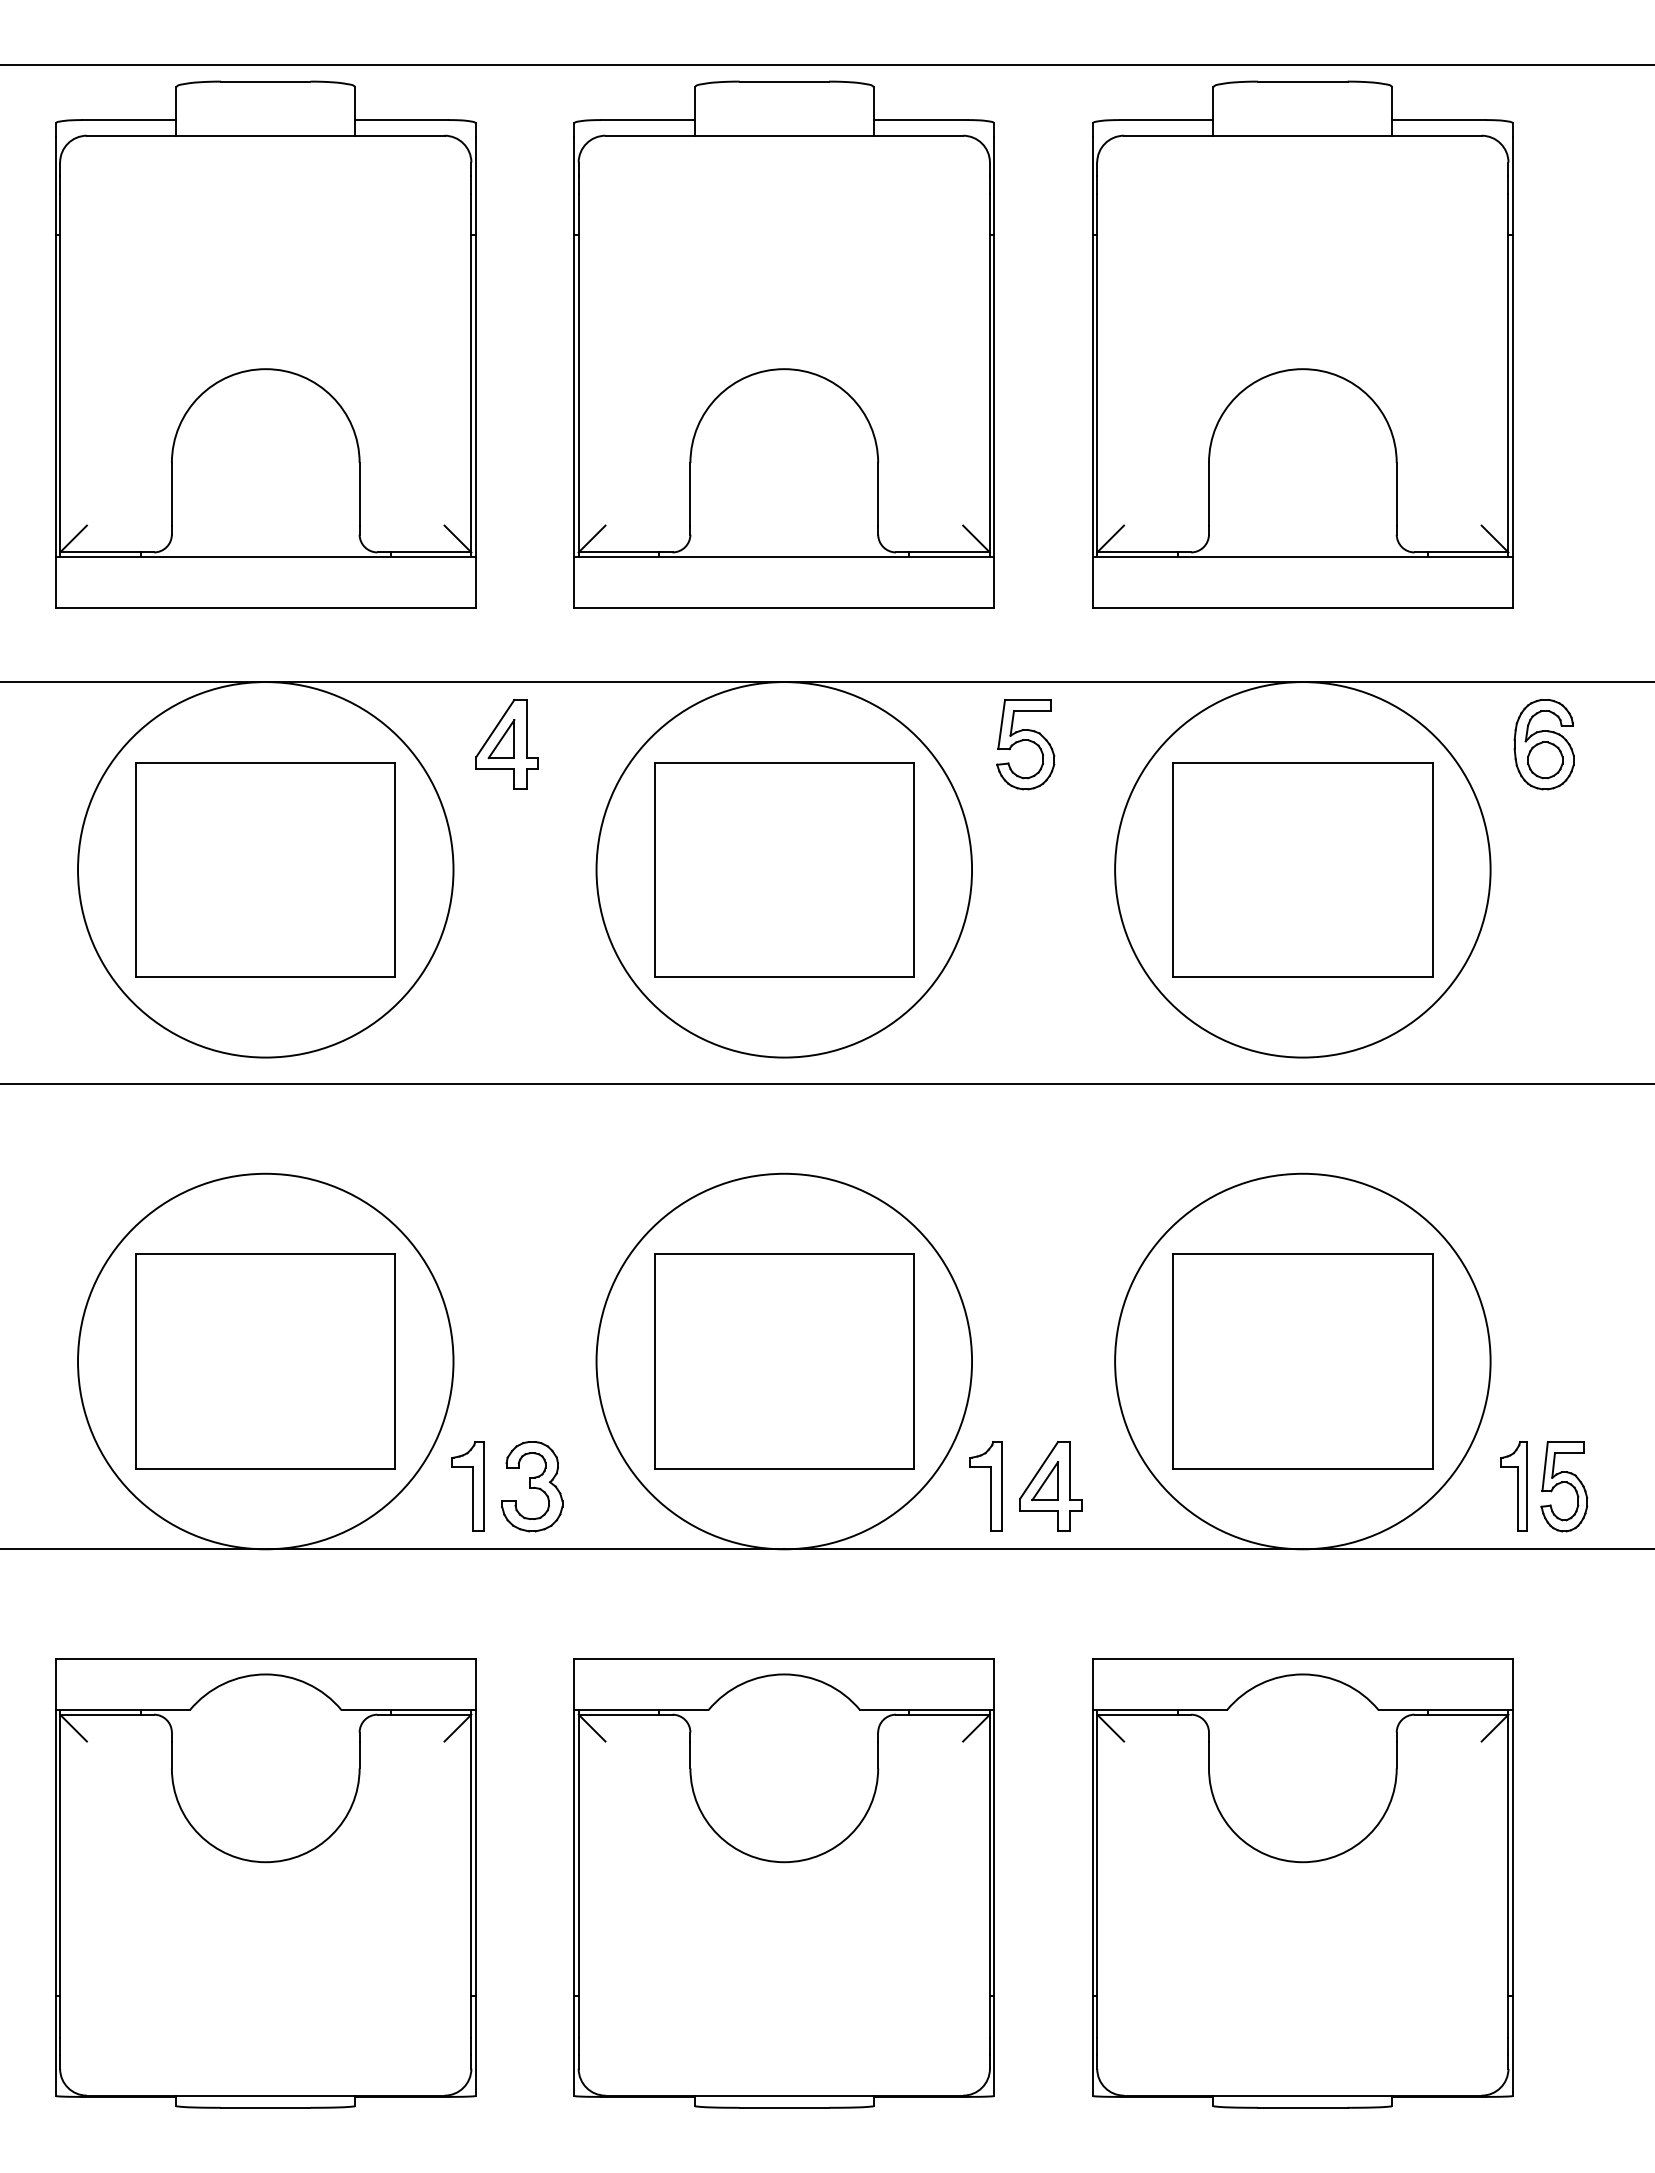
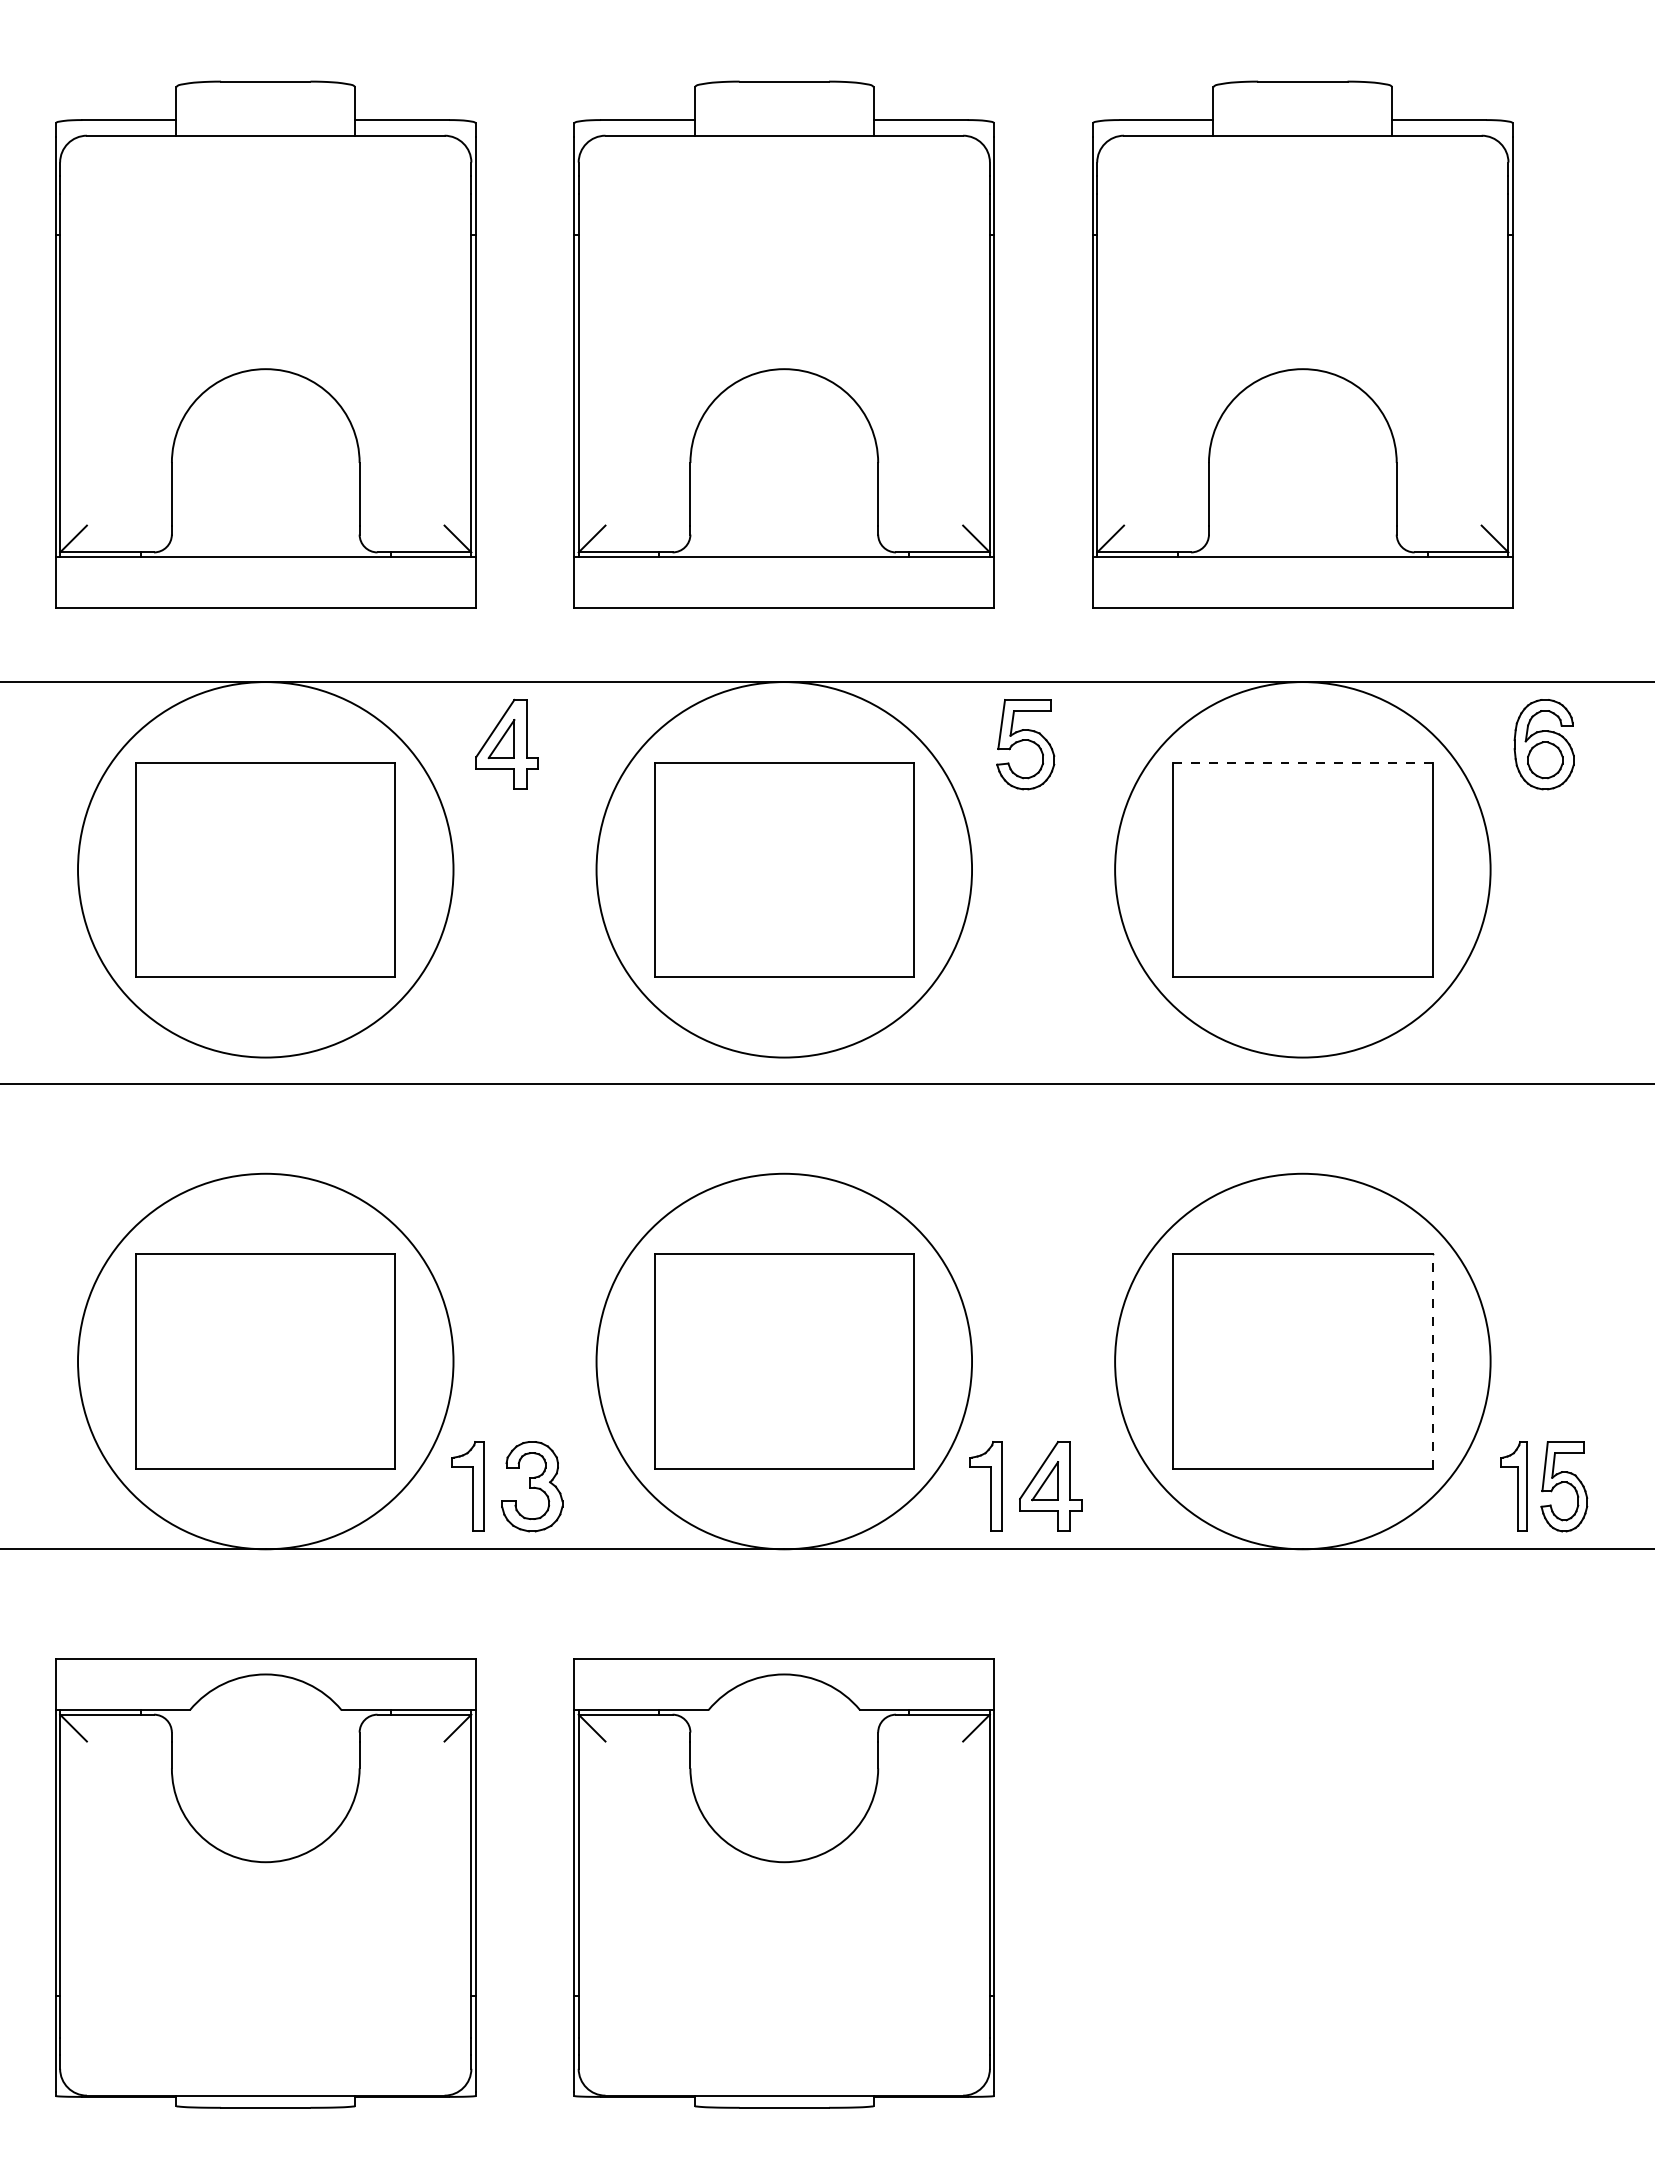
line at (826, 65): present -> none
line at (1302, 762): solid -> dashed
line at (1432, 1361): solid -> dashed
part at (1302, 1883): present -> none
